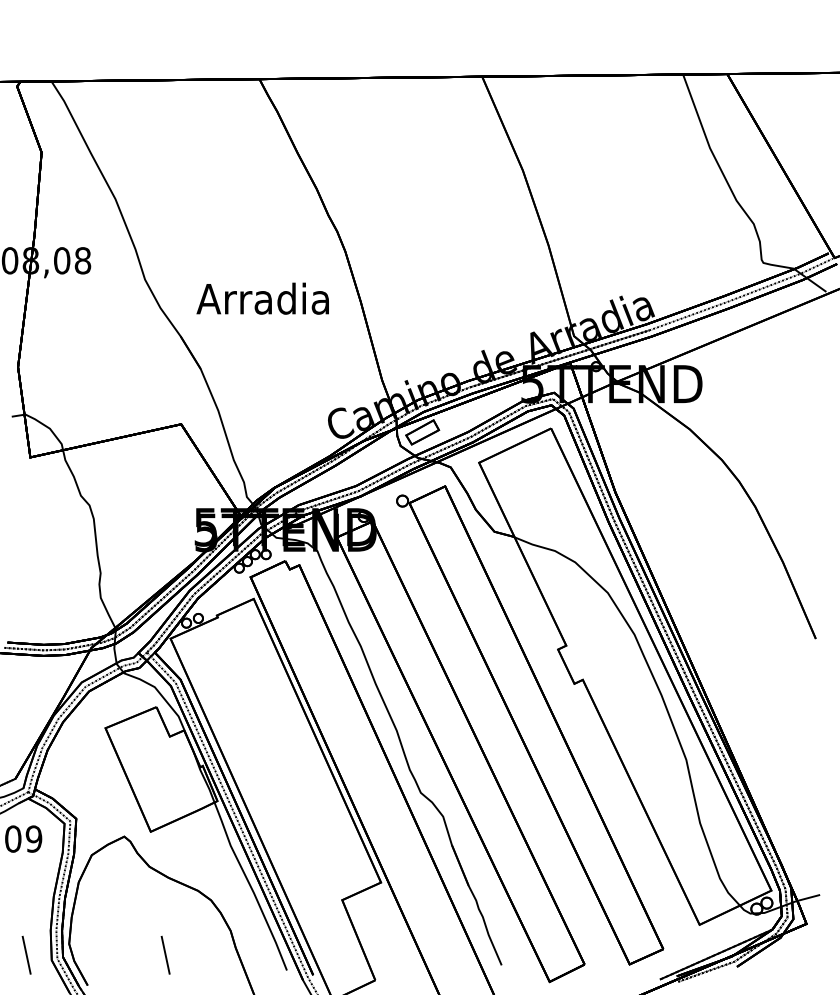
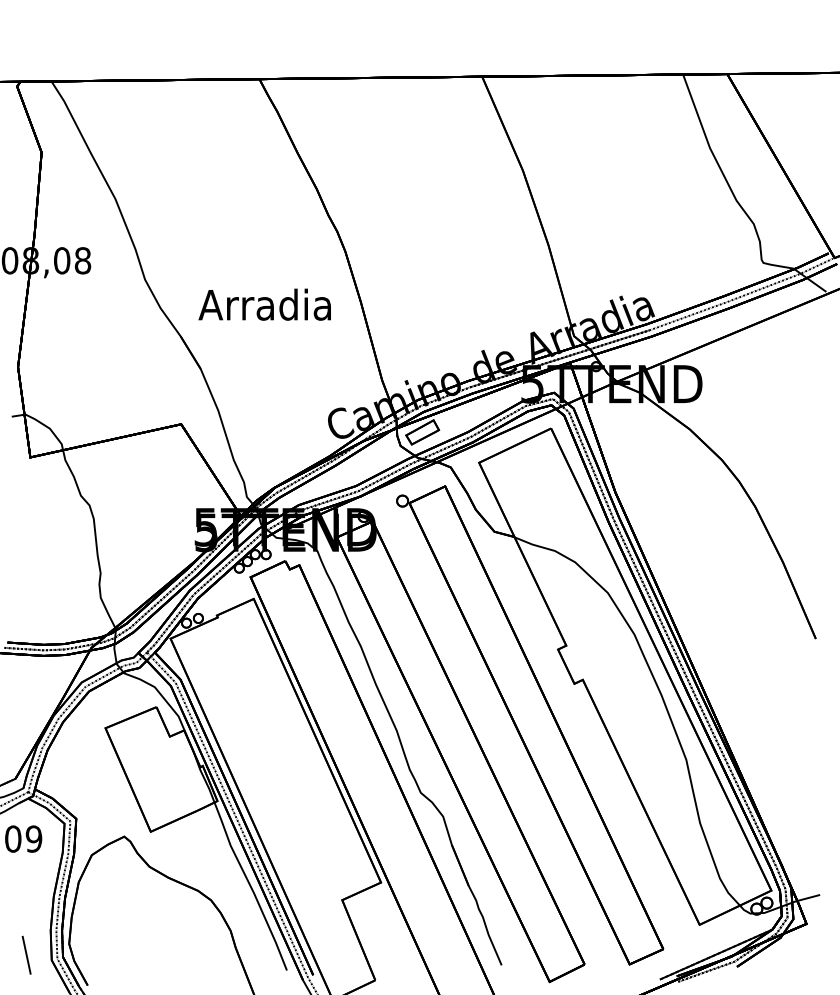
text at (262, 298) position: (262, 298) -> (264, 304)
line at (165, 954): present -> none
